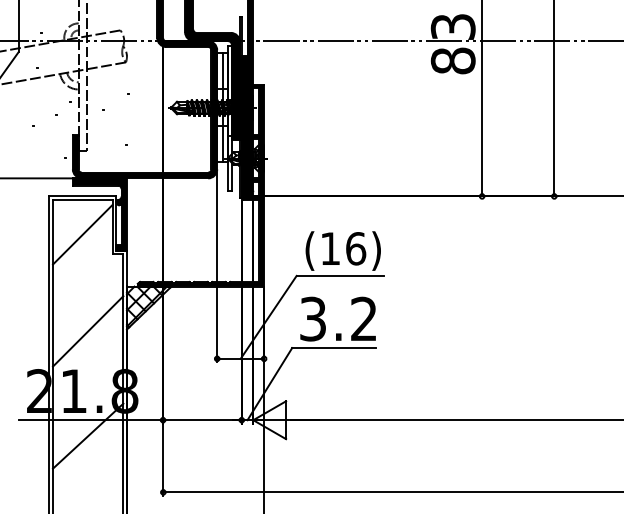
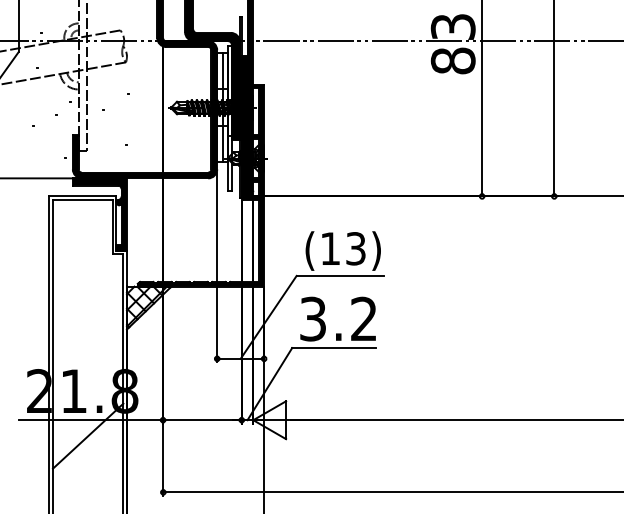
line at (82, 234): present -> none
text at (356, 248): (16) -> (13)
line at (88, 331): present -> none
